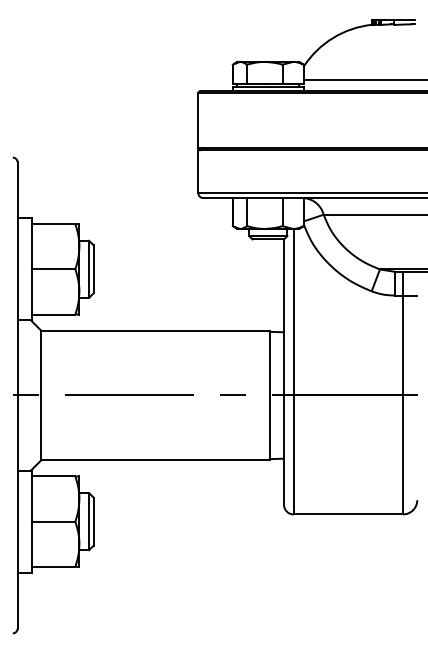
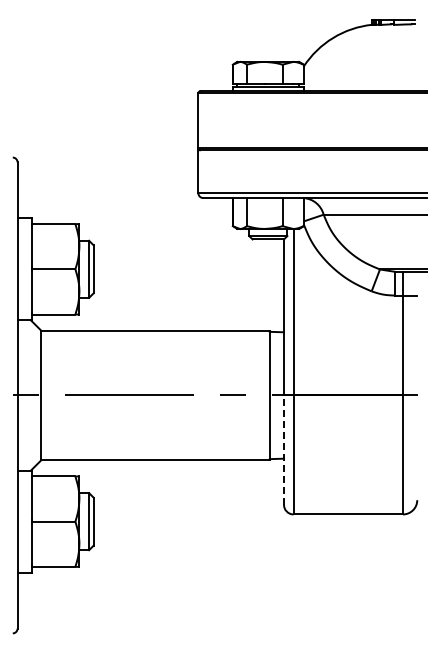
line at (363, 79): present -> none
line at (284, 450): solid -> dashed
